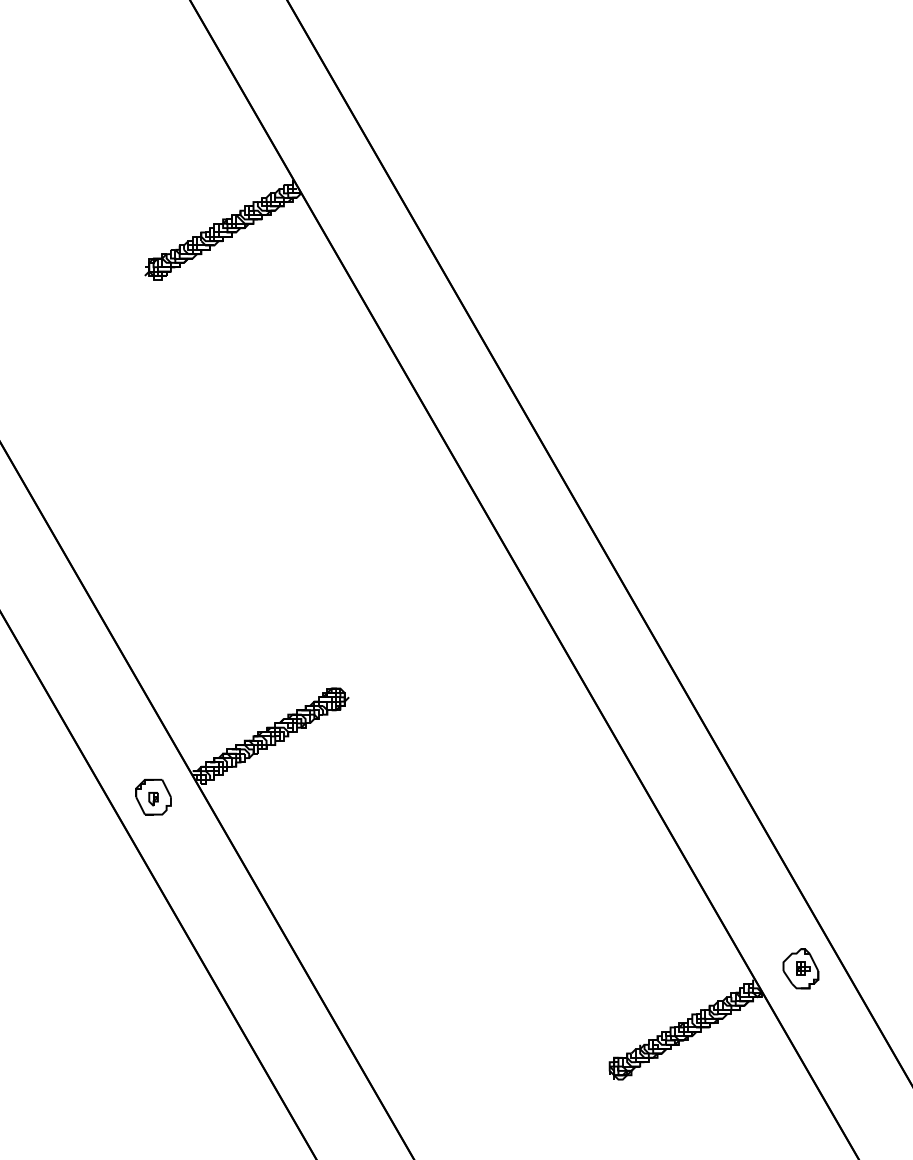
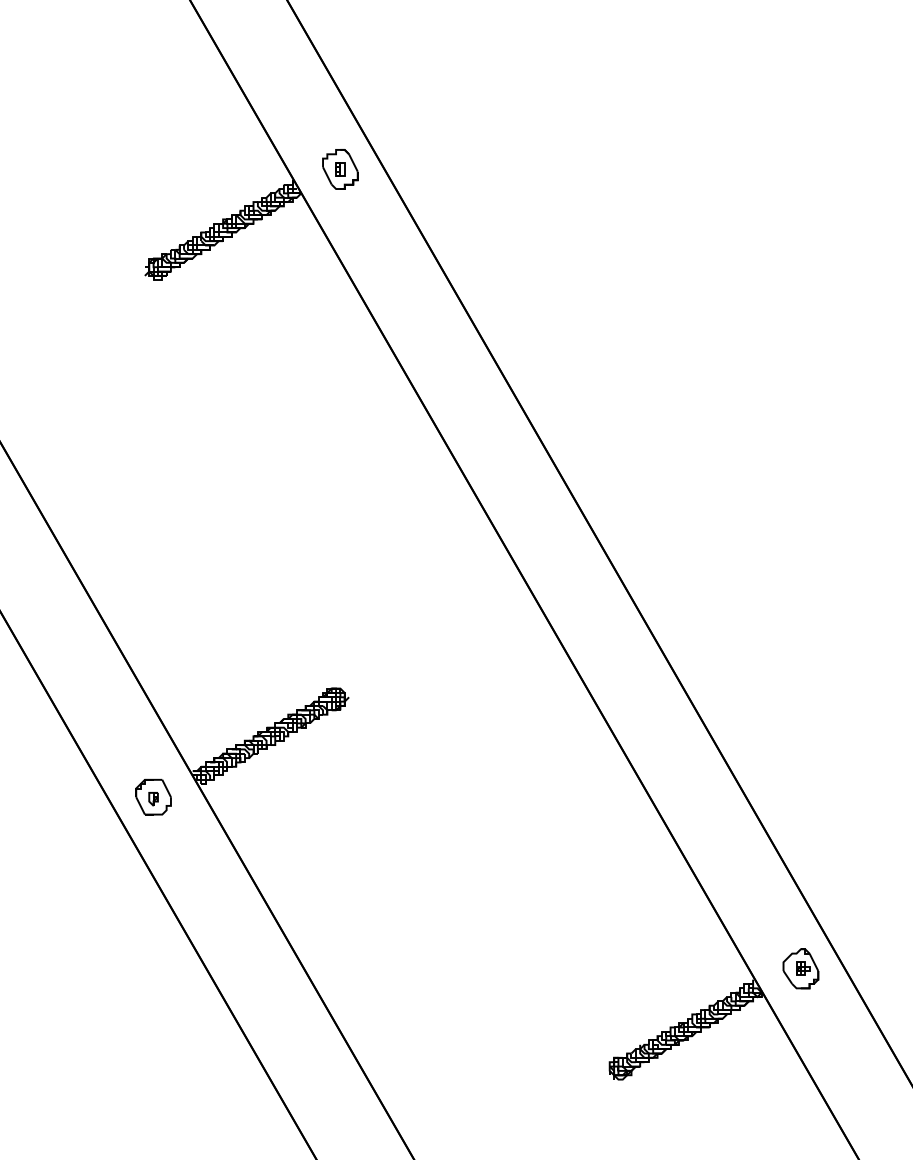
part at (340, 169): none -> present
